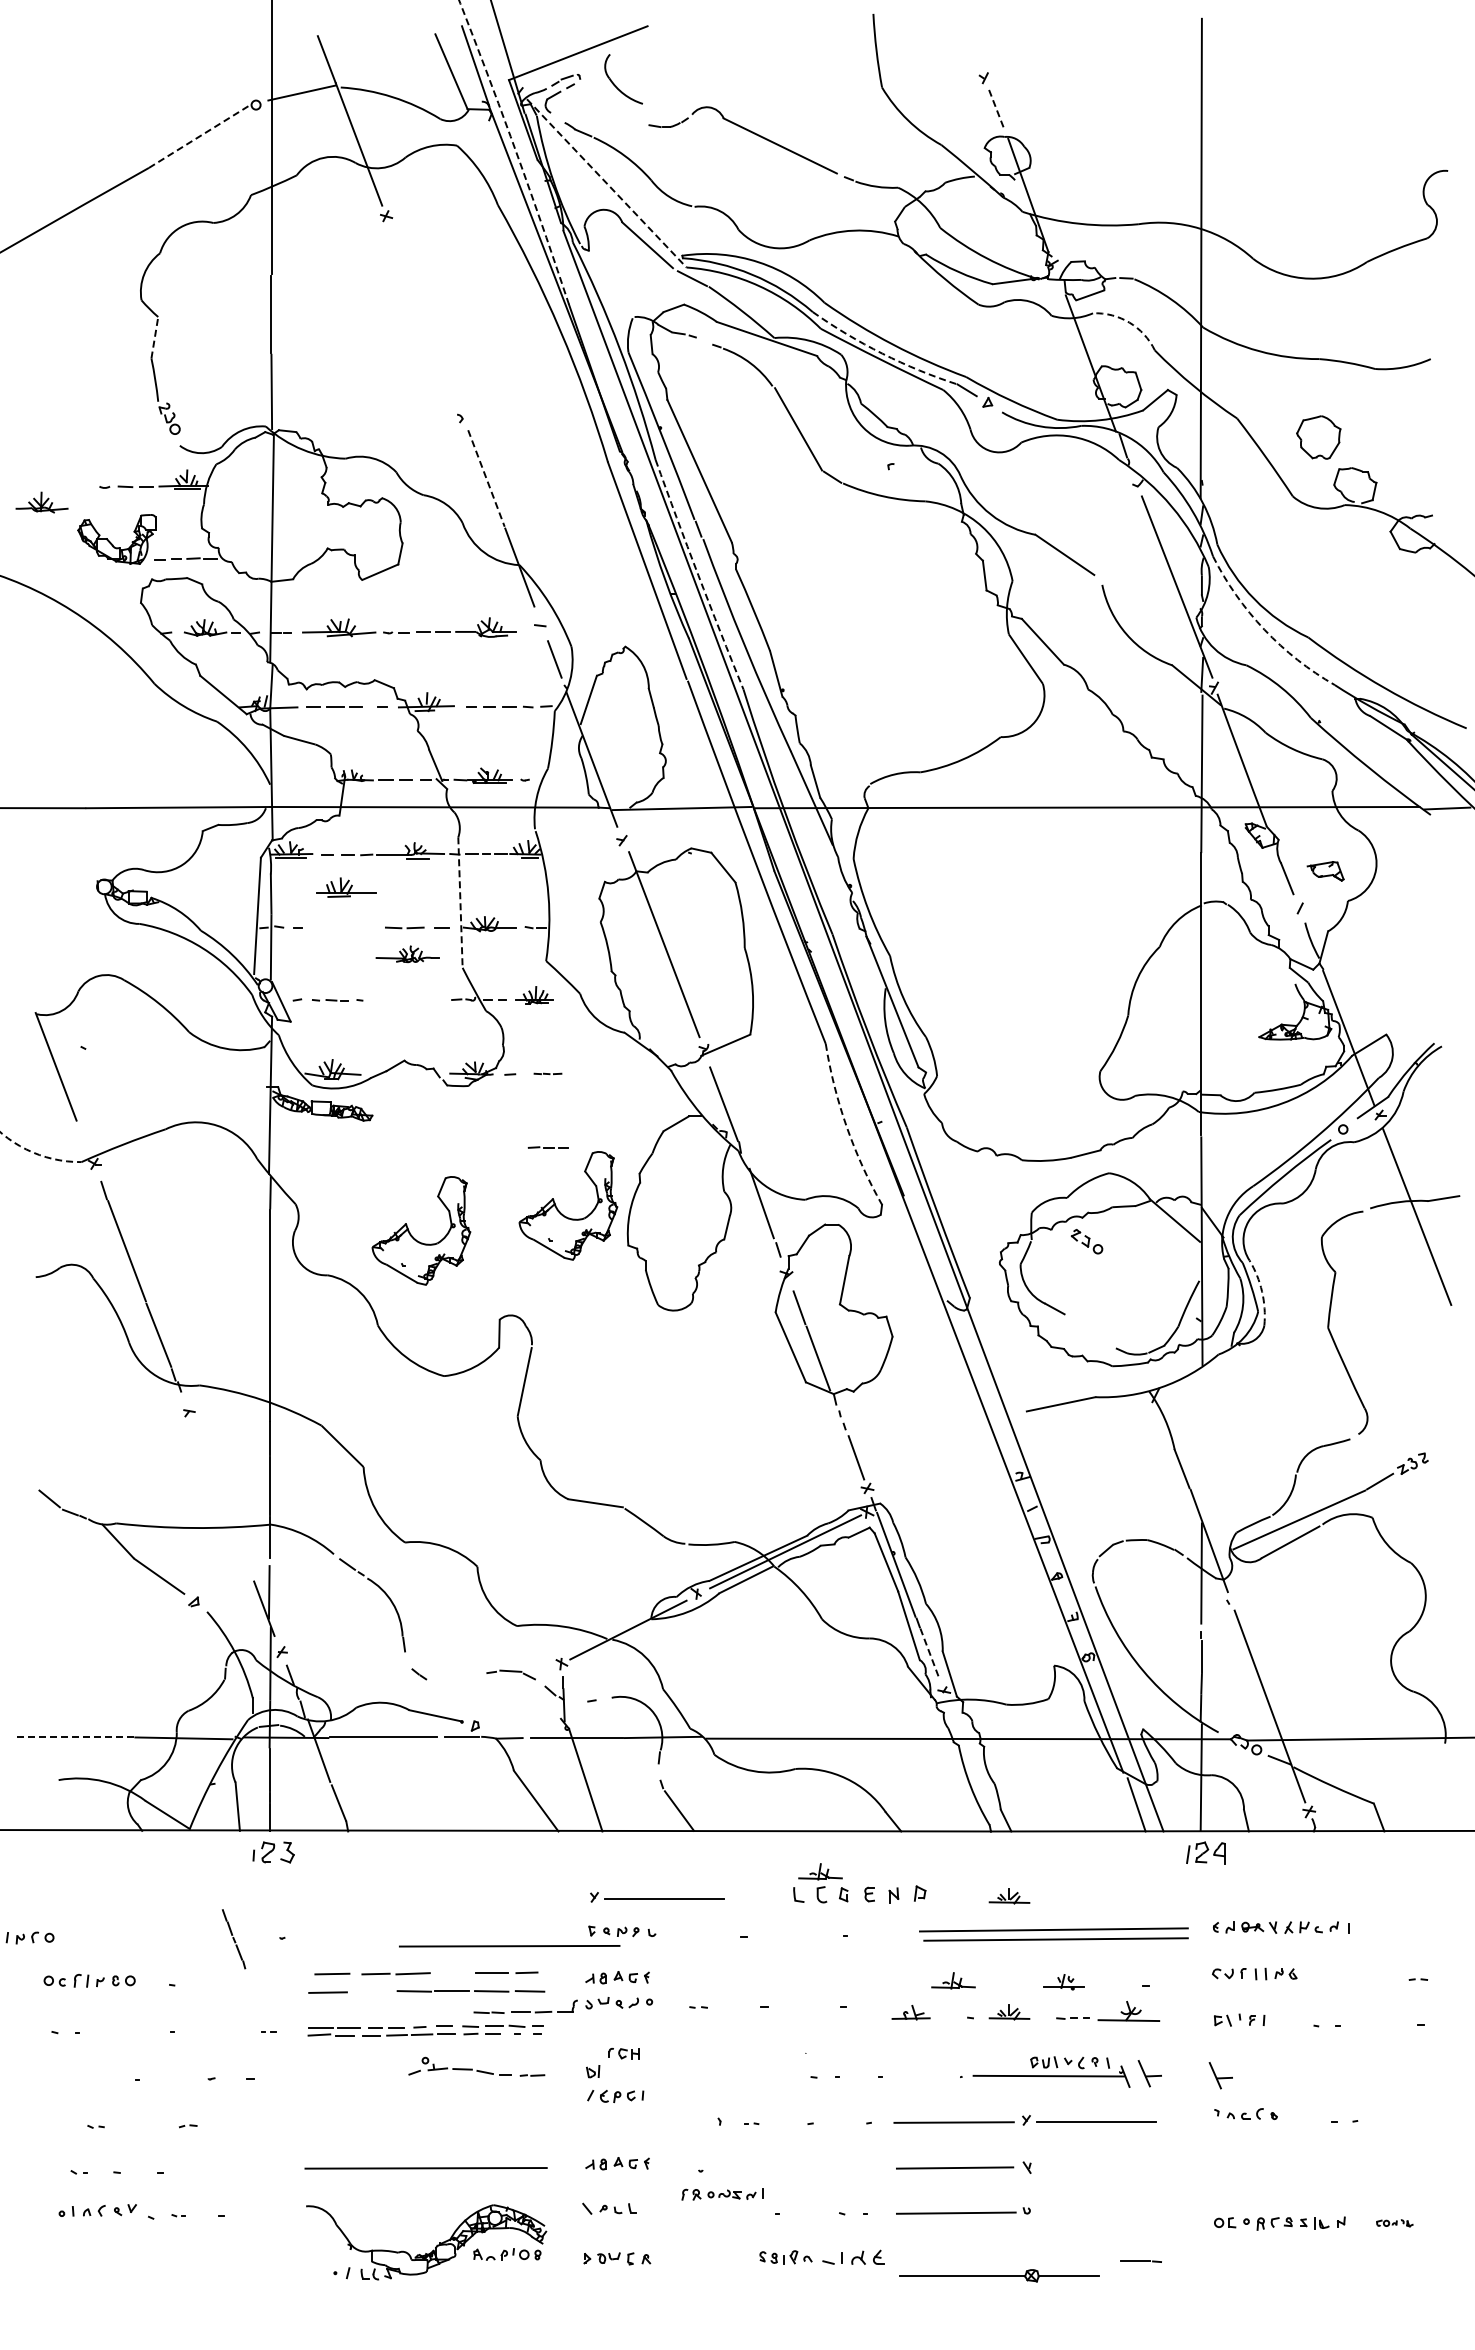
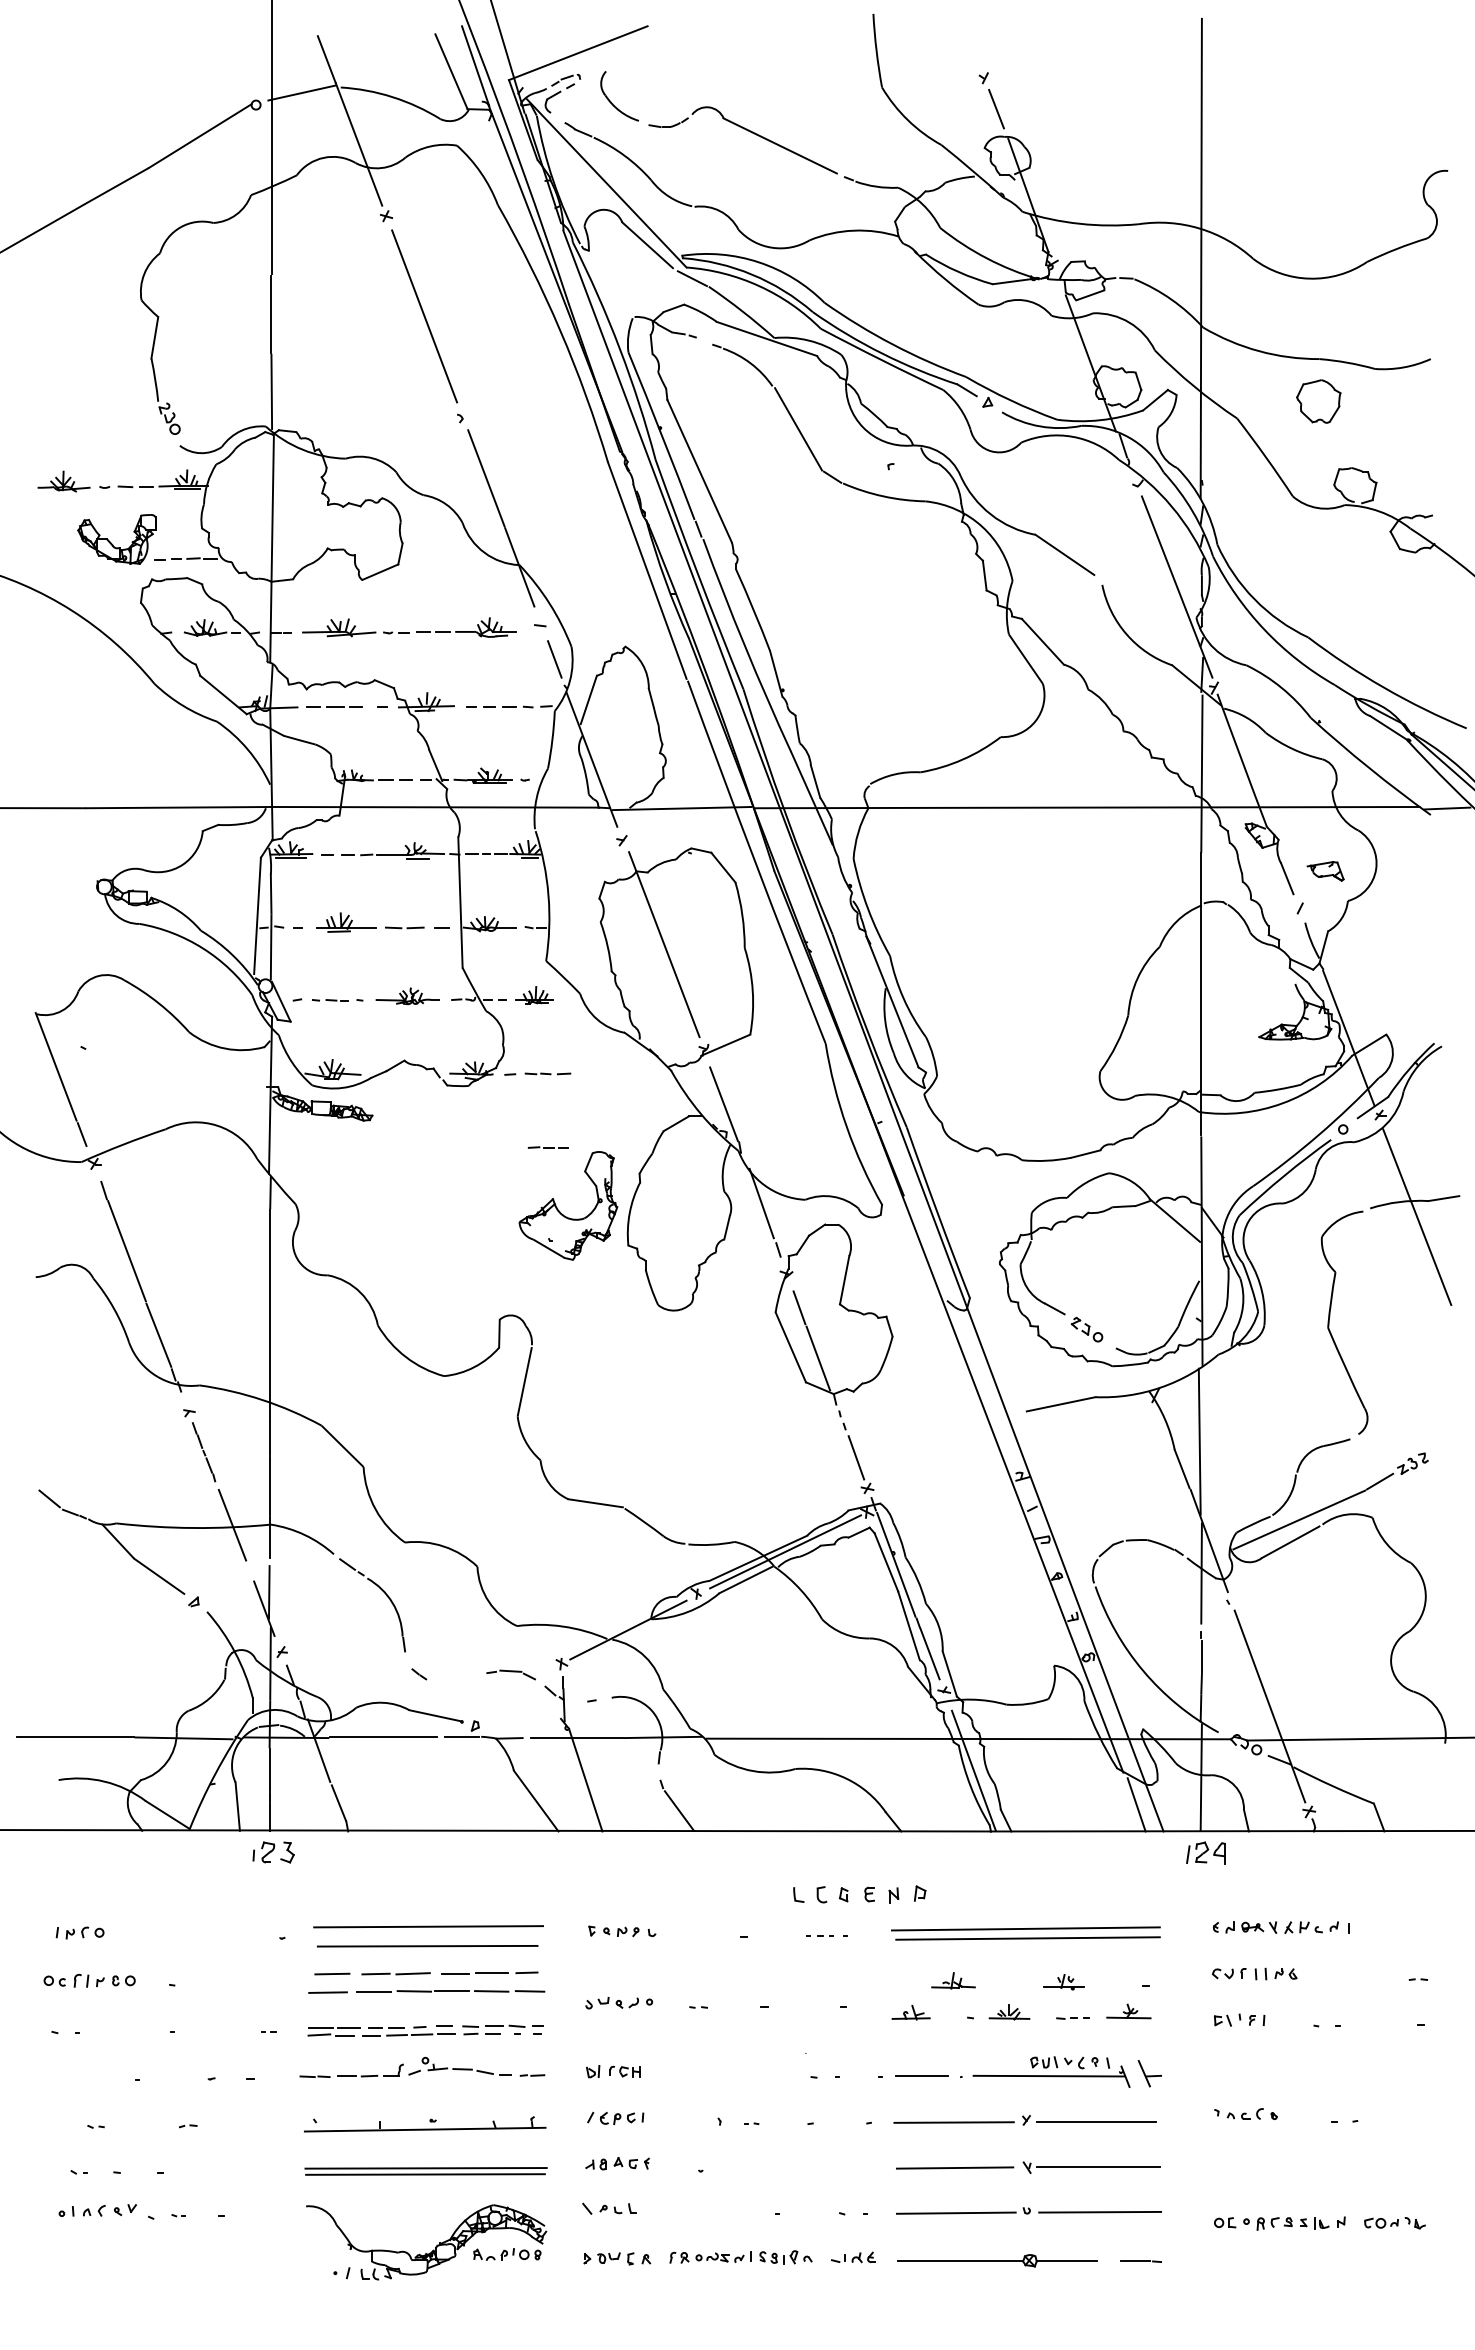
part at (616, 85) position: (616, 85) -> (612, 102)
line at (996, 109): dashed -> solid
line at (200, 135): dashed -> solid
arc at (516, 151): dashed -> solid
line at (606, 183): dashed -> solid
line at (424, 316): none -> present
arc at (1129, 322): dashed -> solid
line at (154, 337): dashed -> solid
arc at (882, 353): dashed -> solid
part at (1318, 437) position: (1318, 437) -> (1318, 401)
line at (486, 478): dashed -> solid
part at (41, 502) position: (41, 502) -> (63, 481)
arc at (698, 575): dashed -> solid
arc at (1264, 629): dashed -> solid
part at (346, 887) position: (346, 887) -> (346, 922)
line at (460, 903): dashed -> solid
part at (407, 954) position: (407, 954) -> (407, 996)
part at (547, 1073) size: 30x4 px -> 48x4 px
arc at (846, 1126): dashed -> solid
line at (81, 1134): none -> present
arc at (38, 1154): dashed -> solid
part at (414, 1237): present -> none
part at (1086, 1241) position: (1086, 1241) -> (1086, 1329)
arc at (1262, 1291): dashed -> solid
line at (1199, 1441): none -> present
line at (232, 1524): none -> present
line at (930, 1654): dashed -> solid
line at (75, 1737): dashed -> solid
line at (973, 1770): none -> present
part at (820, 1871): present -> none
part at (1009, 1896): present -> none
part at (657, 1897): present -> none
line at (428, 1926): none -> present
part at (1053, 1934) position: (1053, 1934) -> (1025, 1933)
line at (819, 1935): none -> present
part at (29, 1937) position: (29, 1937) -> (79, 1932)
line at (233, 1939) position: (233, 1939) -> (203, 1452)
line at (509, 1946) position: (509, 1946) -> (427, 1946)
line at (454, 1973): none -> present
part at (617, 1977): present -> none
line at (374, 1992): none -> present
part at (525, 2006) position: (525, 2006) -> (351, 2070)
part at (1128, 2011) size: 64x21 px -> 46x17 px
part at (623, 2053) position: (623, 2053) -> (624, 2071)
part at (1220, 2075): present -> none
line at (922, 2076): none -> present
part at (615, 2096) position: (615, 2096) -> (615, 2118)
part at (425, 2124): none -> present
line at (1097, 2166): none -> present
line at (425, 2174): none -> present
part at (722, 2194) position: (722, 2194) -> (710, 2257)
line at (1100, 2211): none -> present
part at (1394, 2223) size: 38x9 px -> 62x13 px
part at (853, 2256) size: 63x16 px -> 45x13 px
part at (999, 2275) position: (999, 2275) -> (997, 2260)
